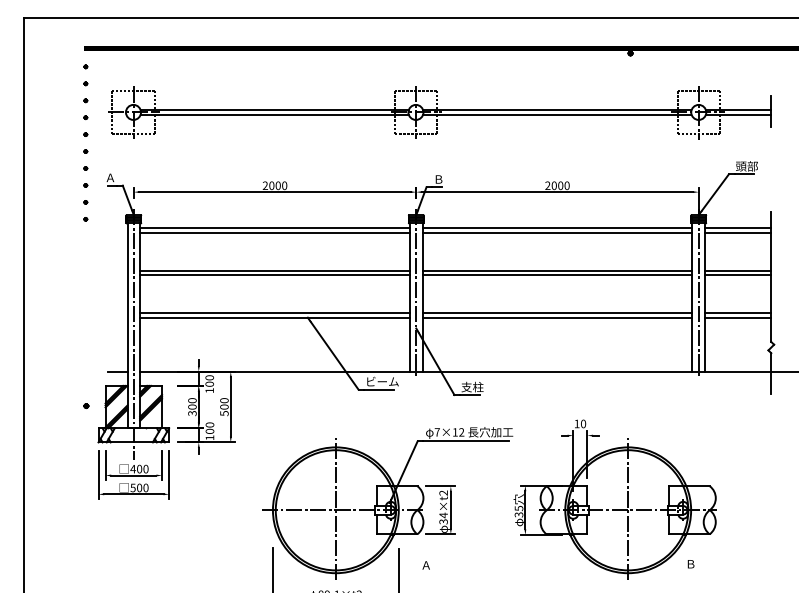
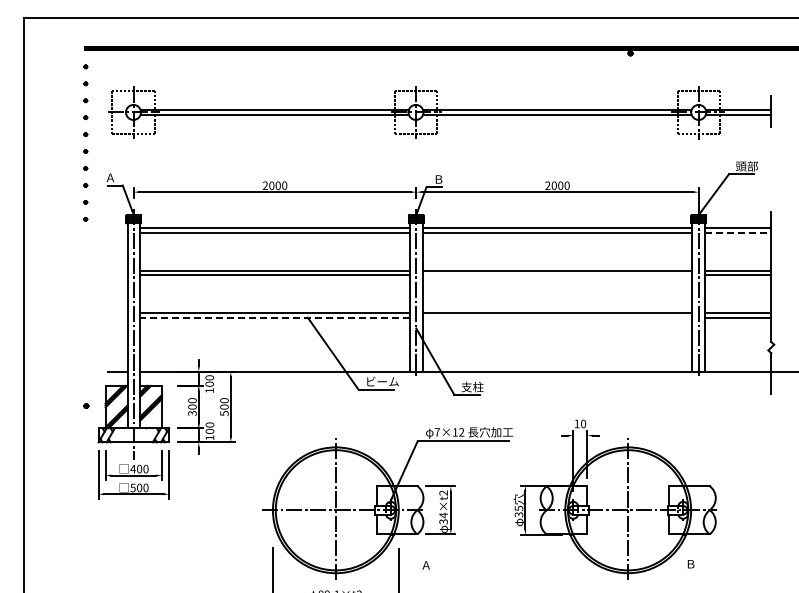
line at (738, 232): solid -> dashed
line at (557, 275): present -> none
line at (275, 317): solid -> dashed
line at (557, 317): present -> none
